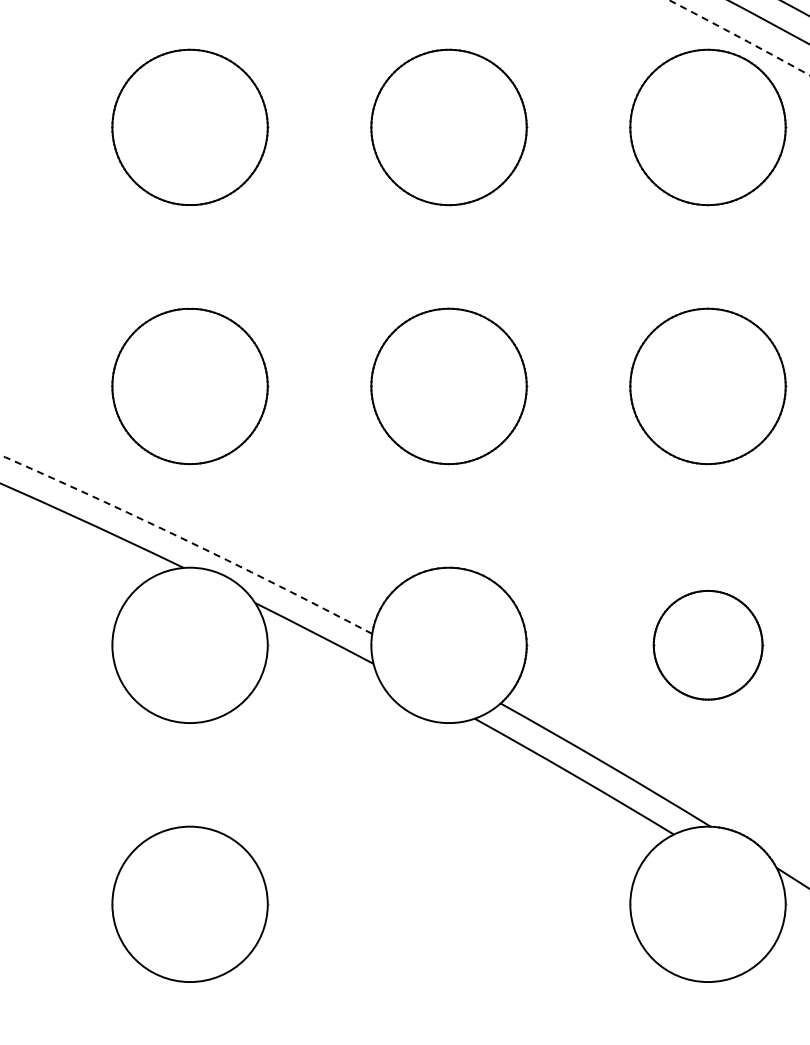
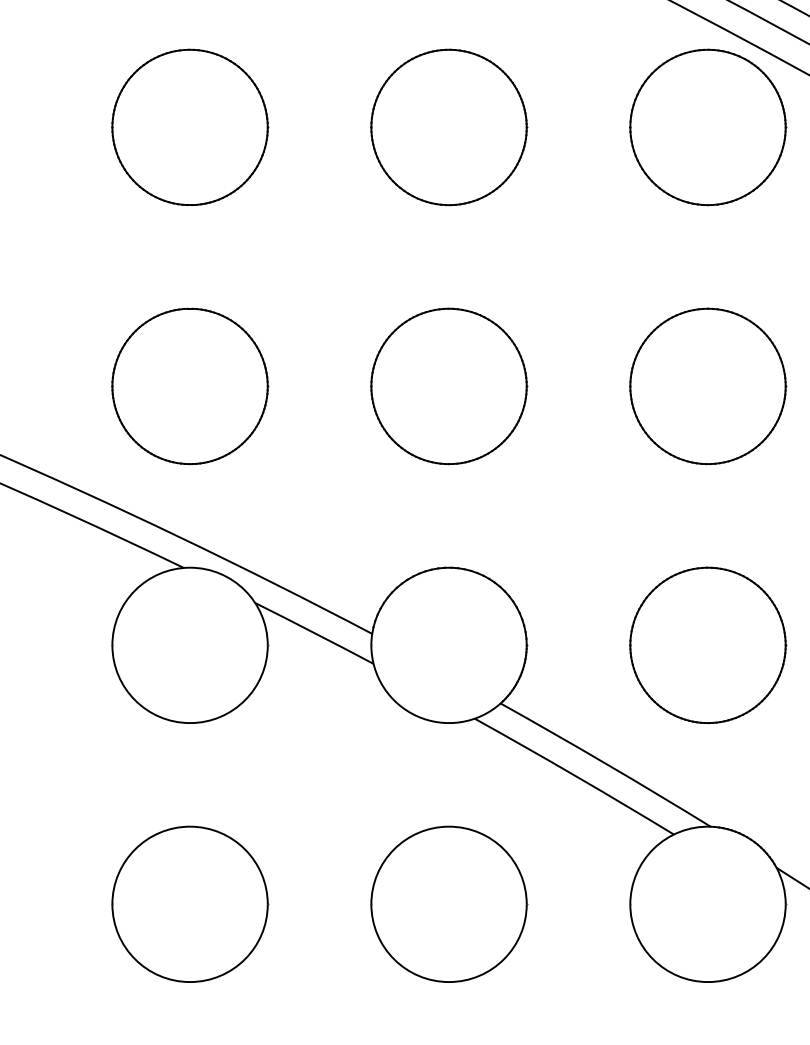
arc at (739, 37): dashed -> solid
arc at (187, 540): dashed -> solid
part at (708, 644) size: 113x112 px -> 159x158 px
part at (449, 903): none -> present
